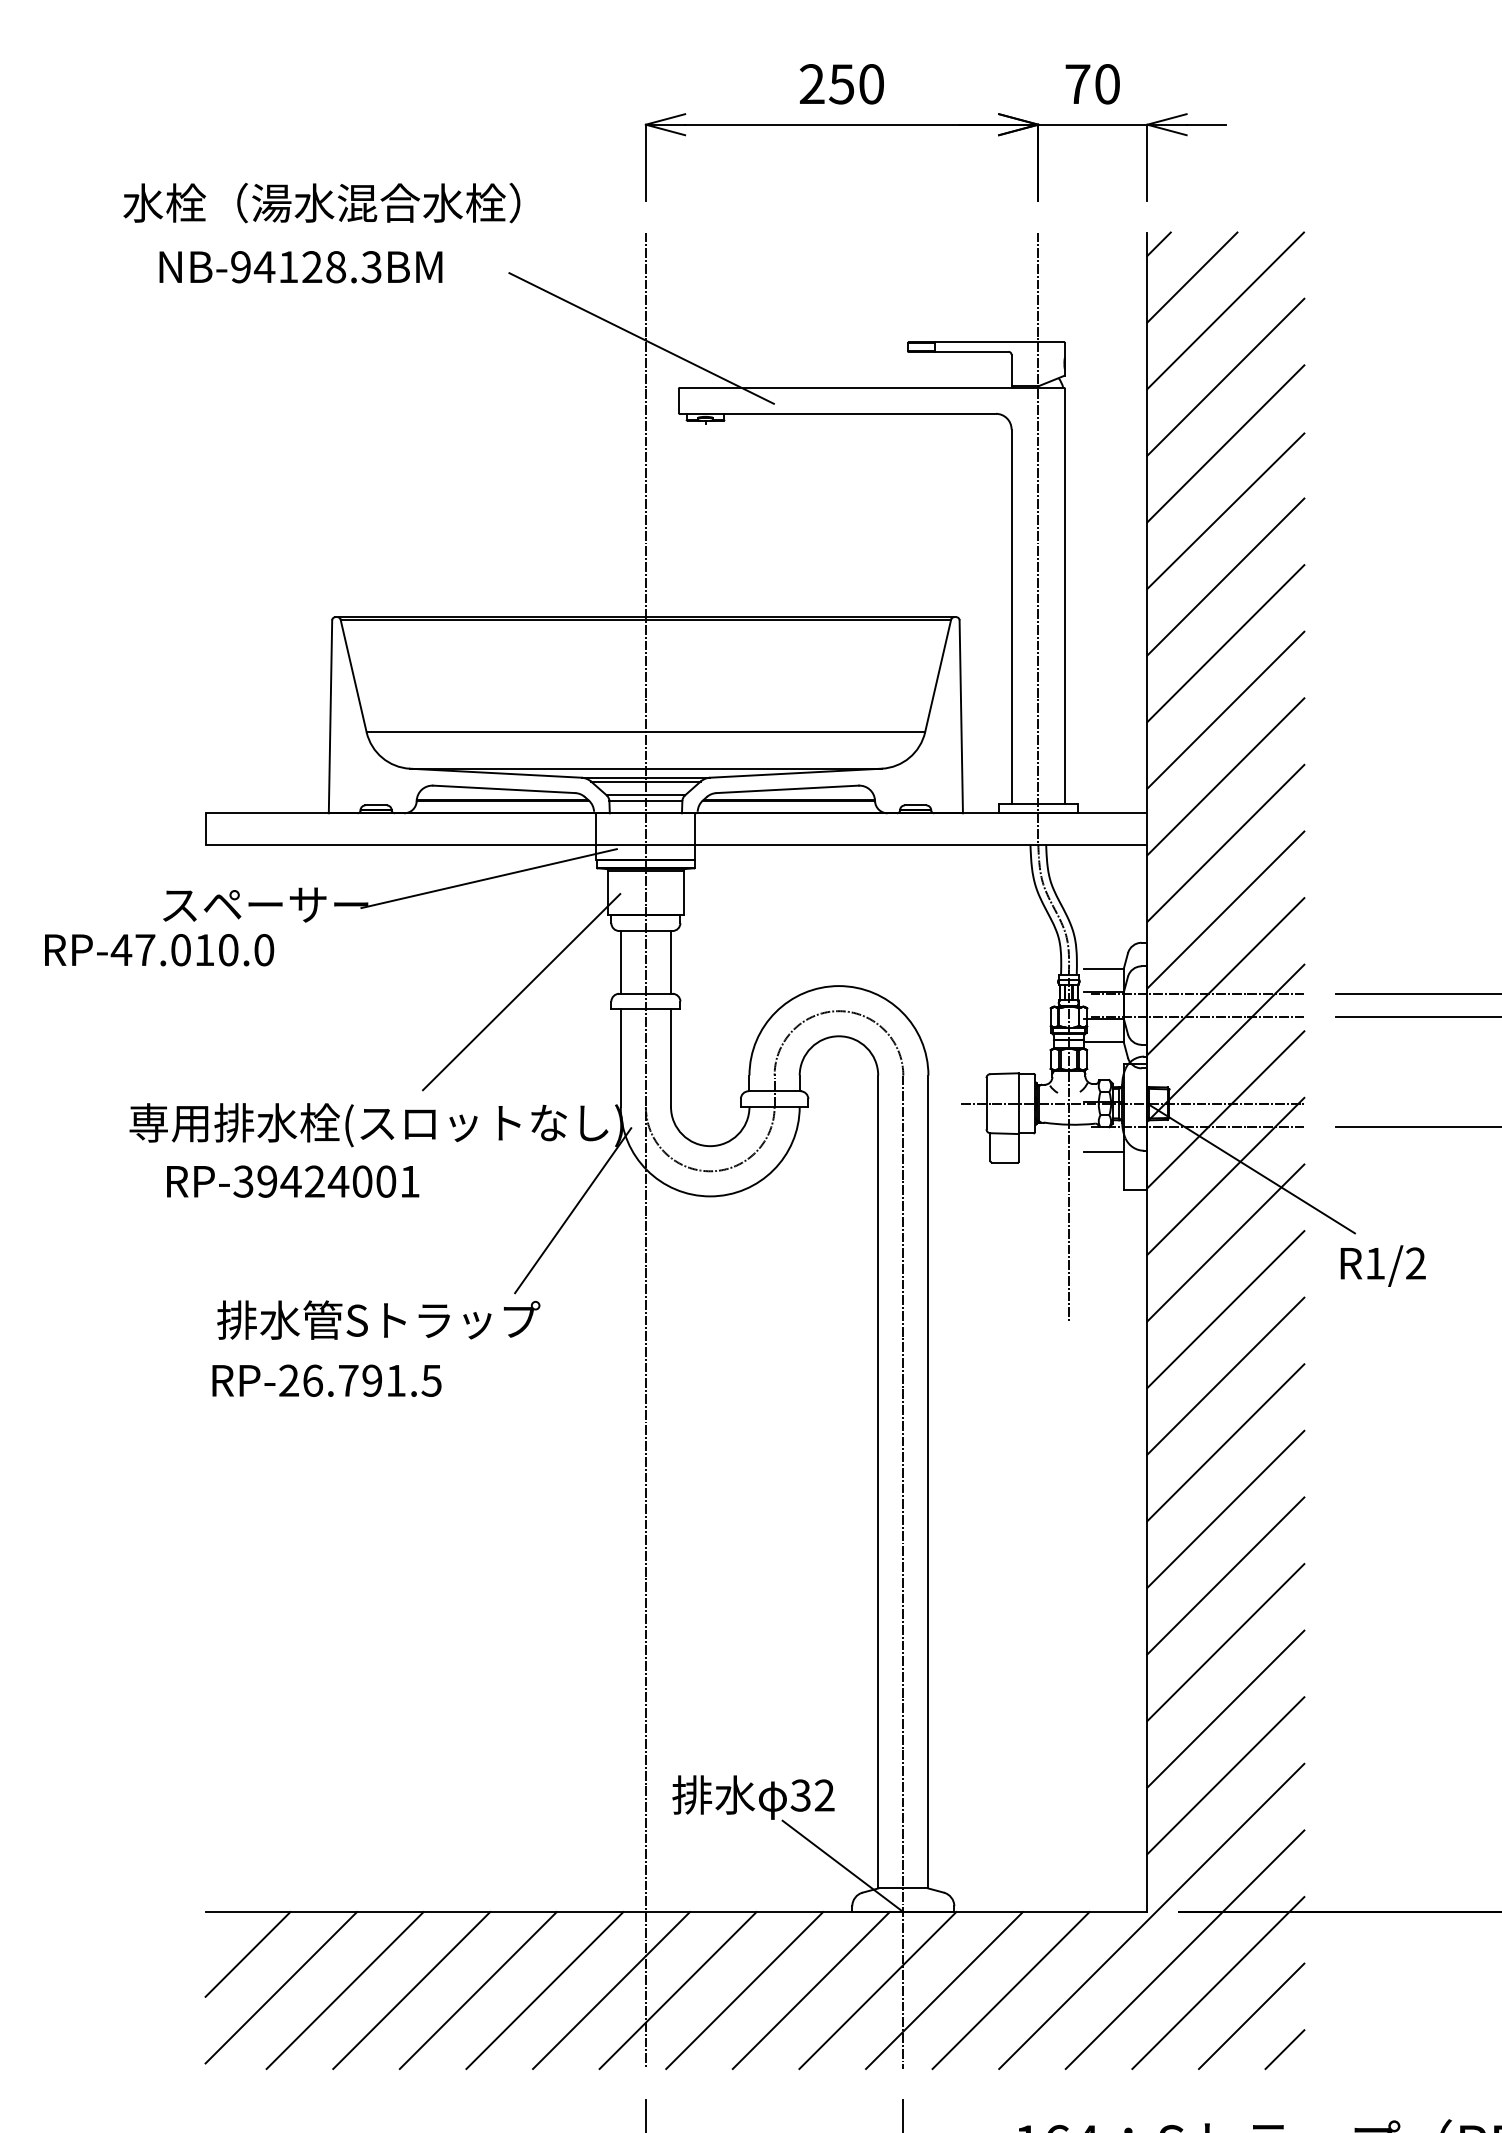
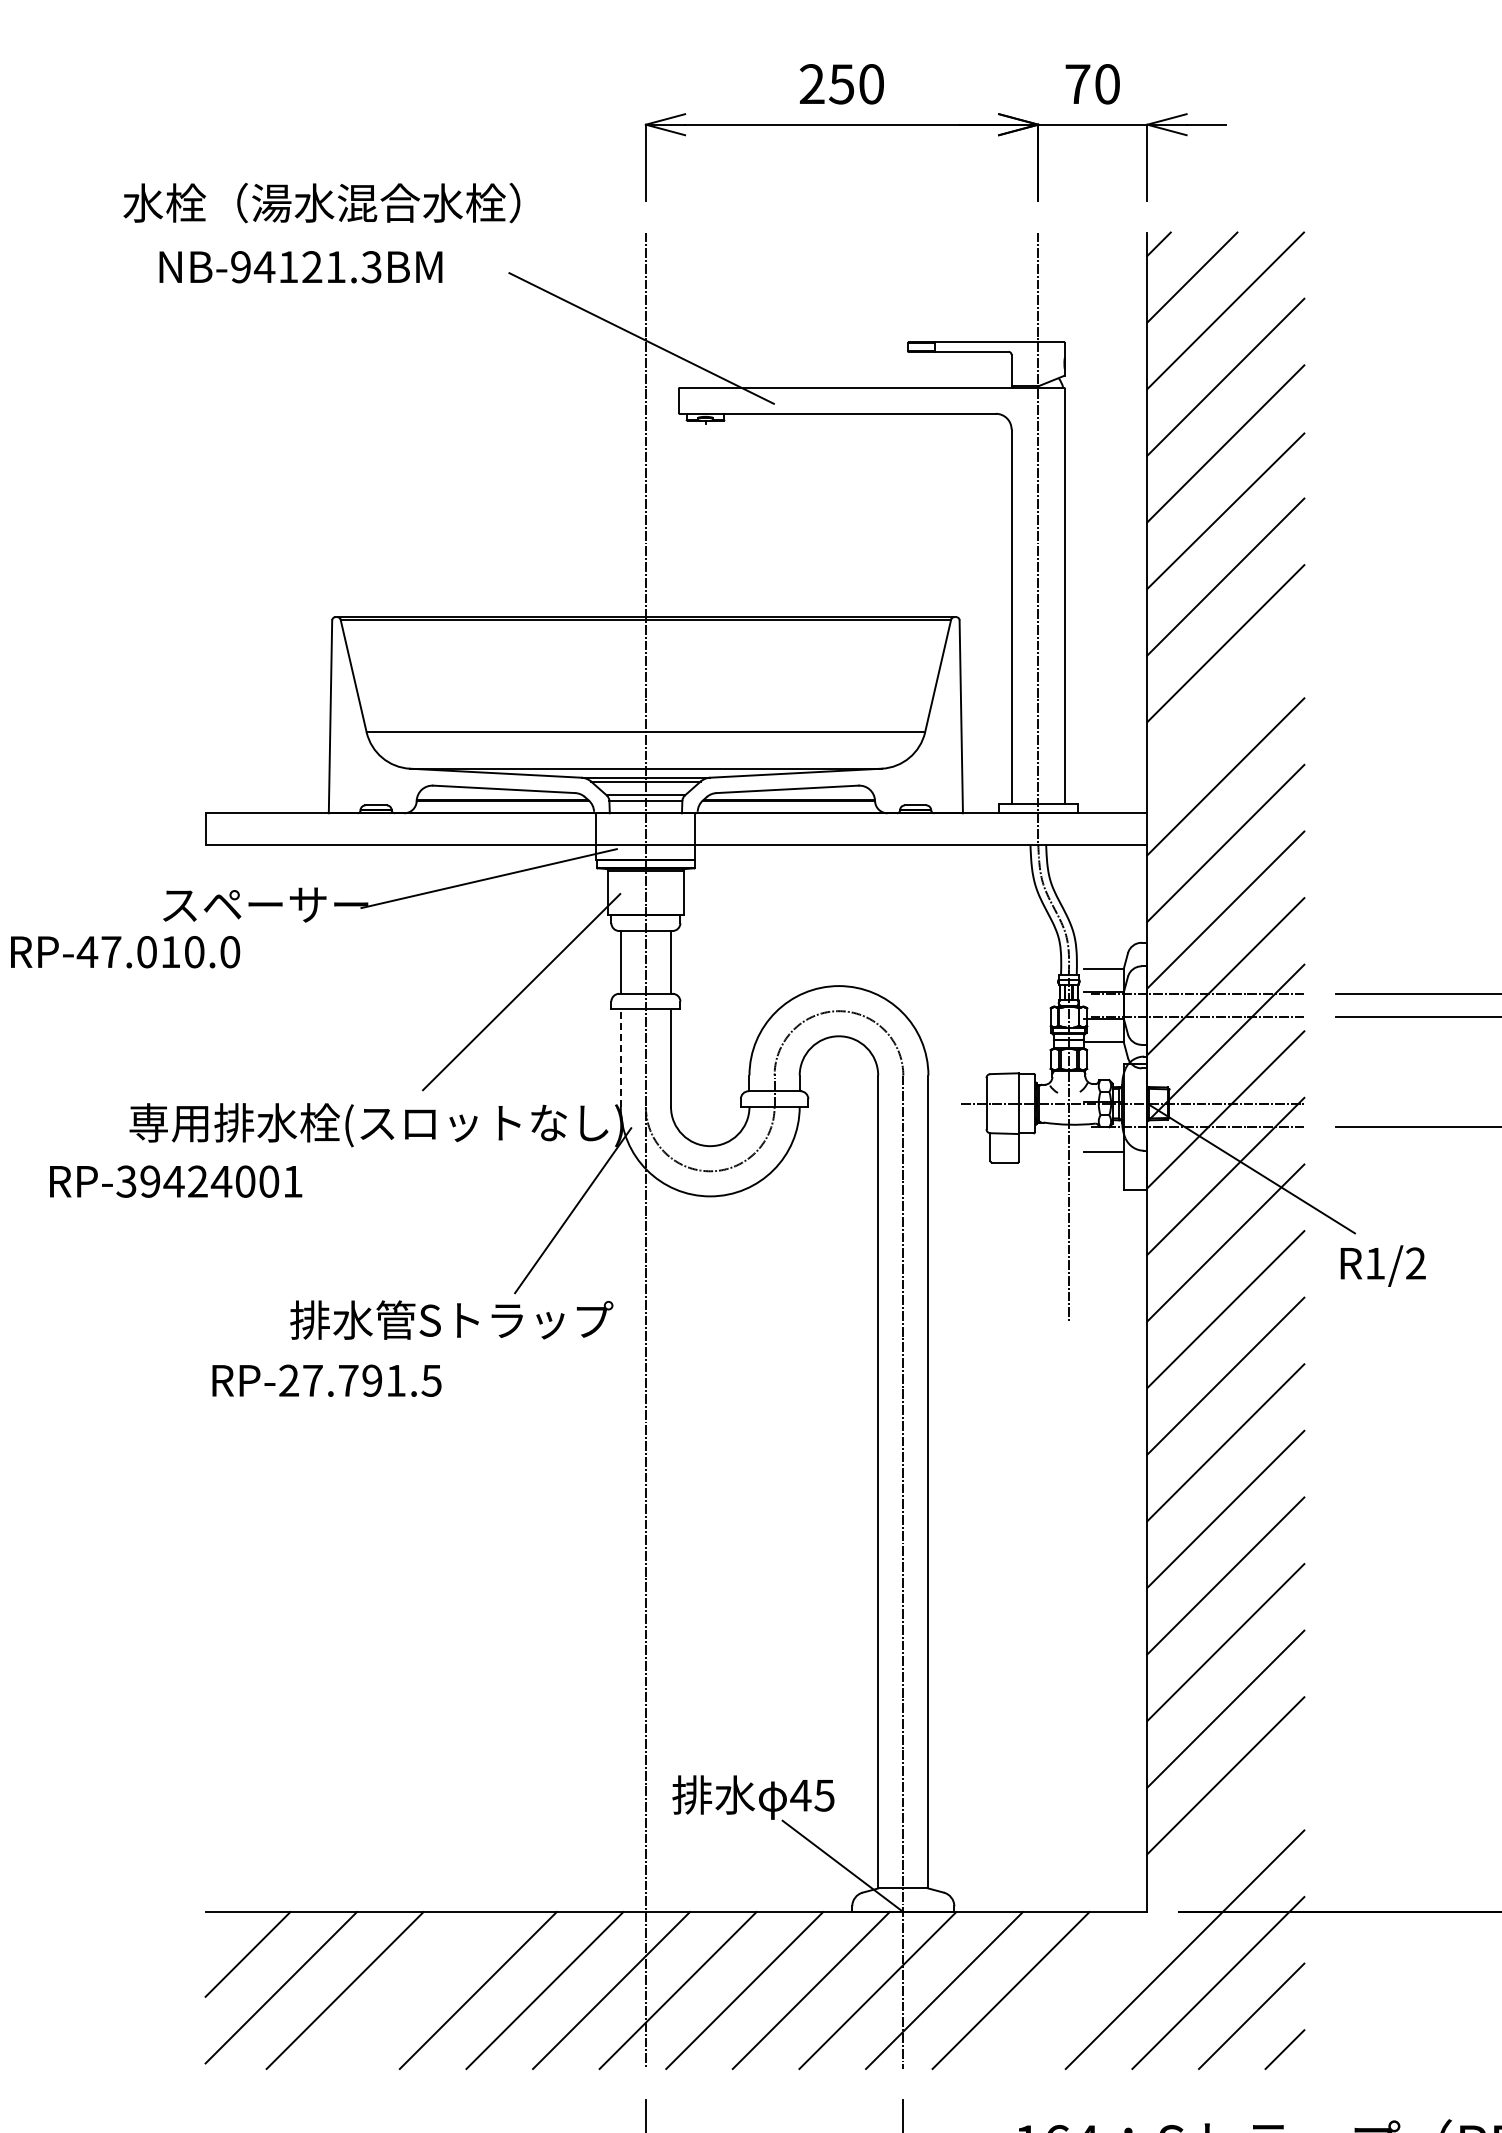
text at (336, 267): NB-94128.3BM -> NB-94121.3BM
line at (1225, 709): present -> none
text at (159, 950) position: (159, 950) -> (125, 952)
line at (620, 1058): solid -> dashed
text at (293, 1181) position: (293, 1181) -> (176, 1181)
text at (378, 1319) position: (378, 1319) -> (451, 1319)
text at (312, 1380): RP-26.791.5 -> RP-27.791.5
text at (812, 1795): 32 -> 45
line at (1151, 1916): present -> none
line at (411, 1990): present -> none
